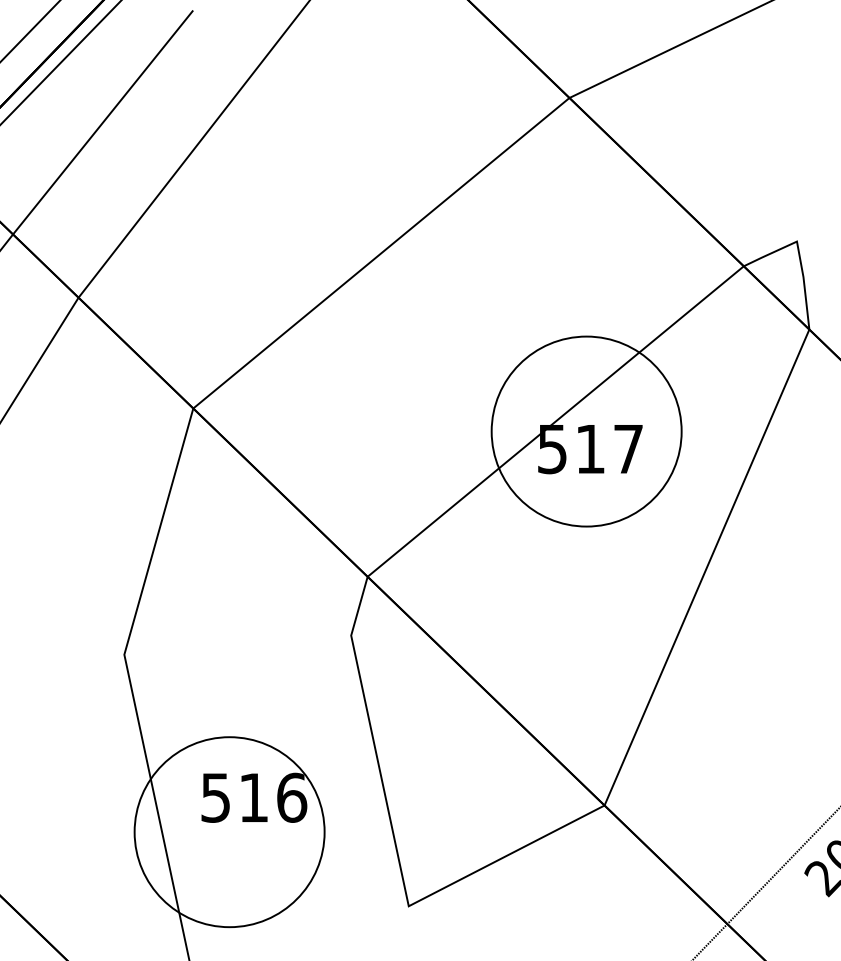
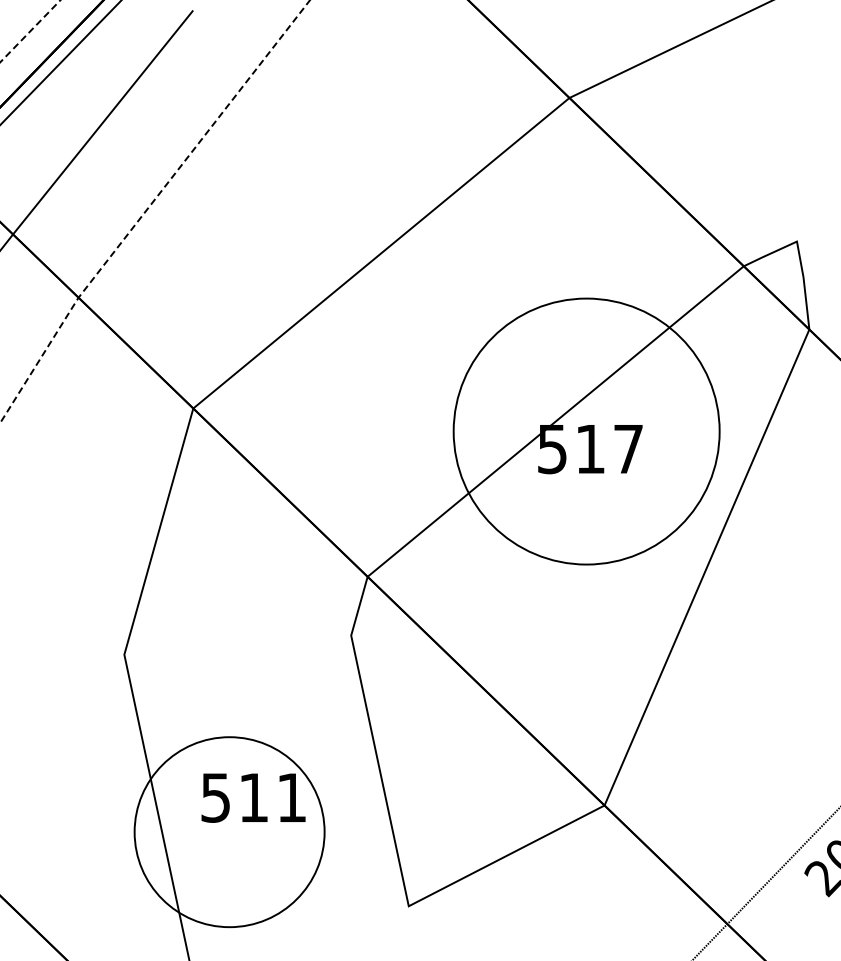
line at (30, 31): solid -> dashed
line at (148, 207): solid -> dashed
circle at (586, 431) diameter: 190 px -> 266 px
text at (292, 797): 516 -> 511
